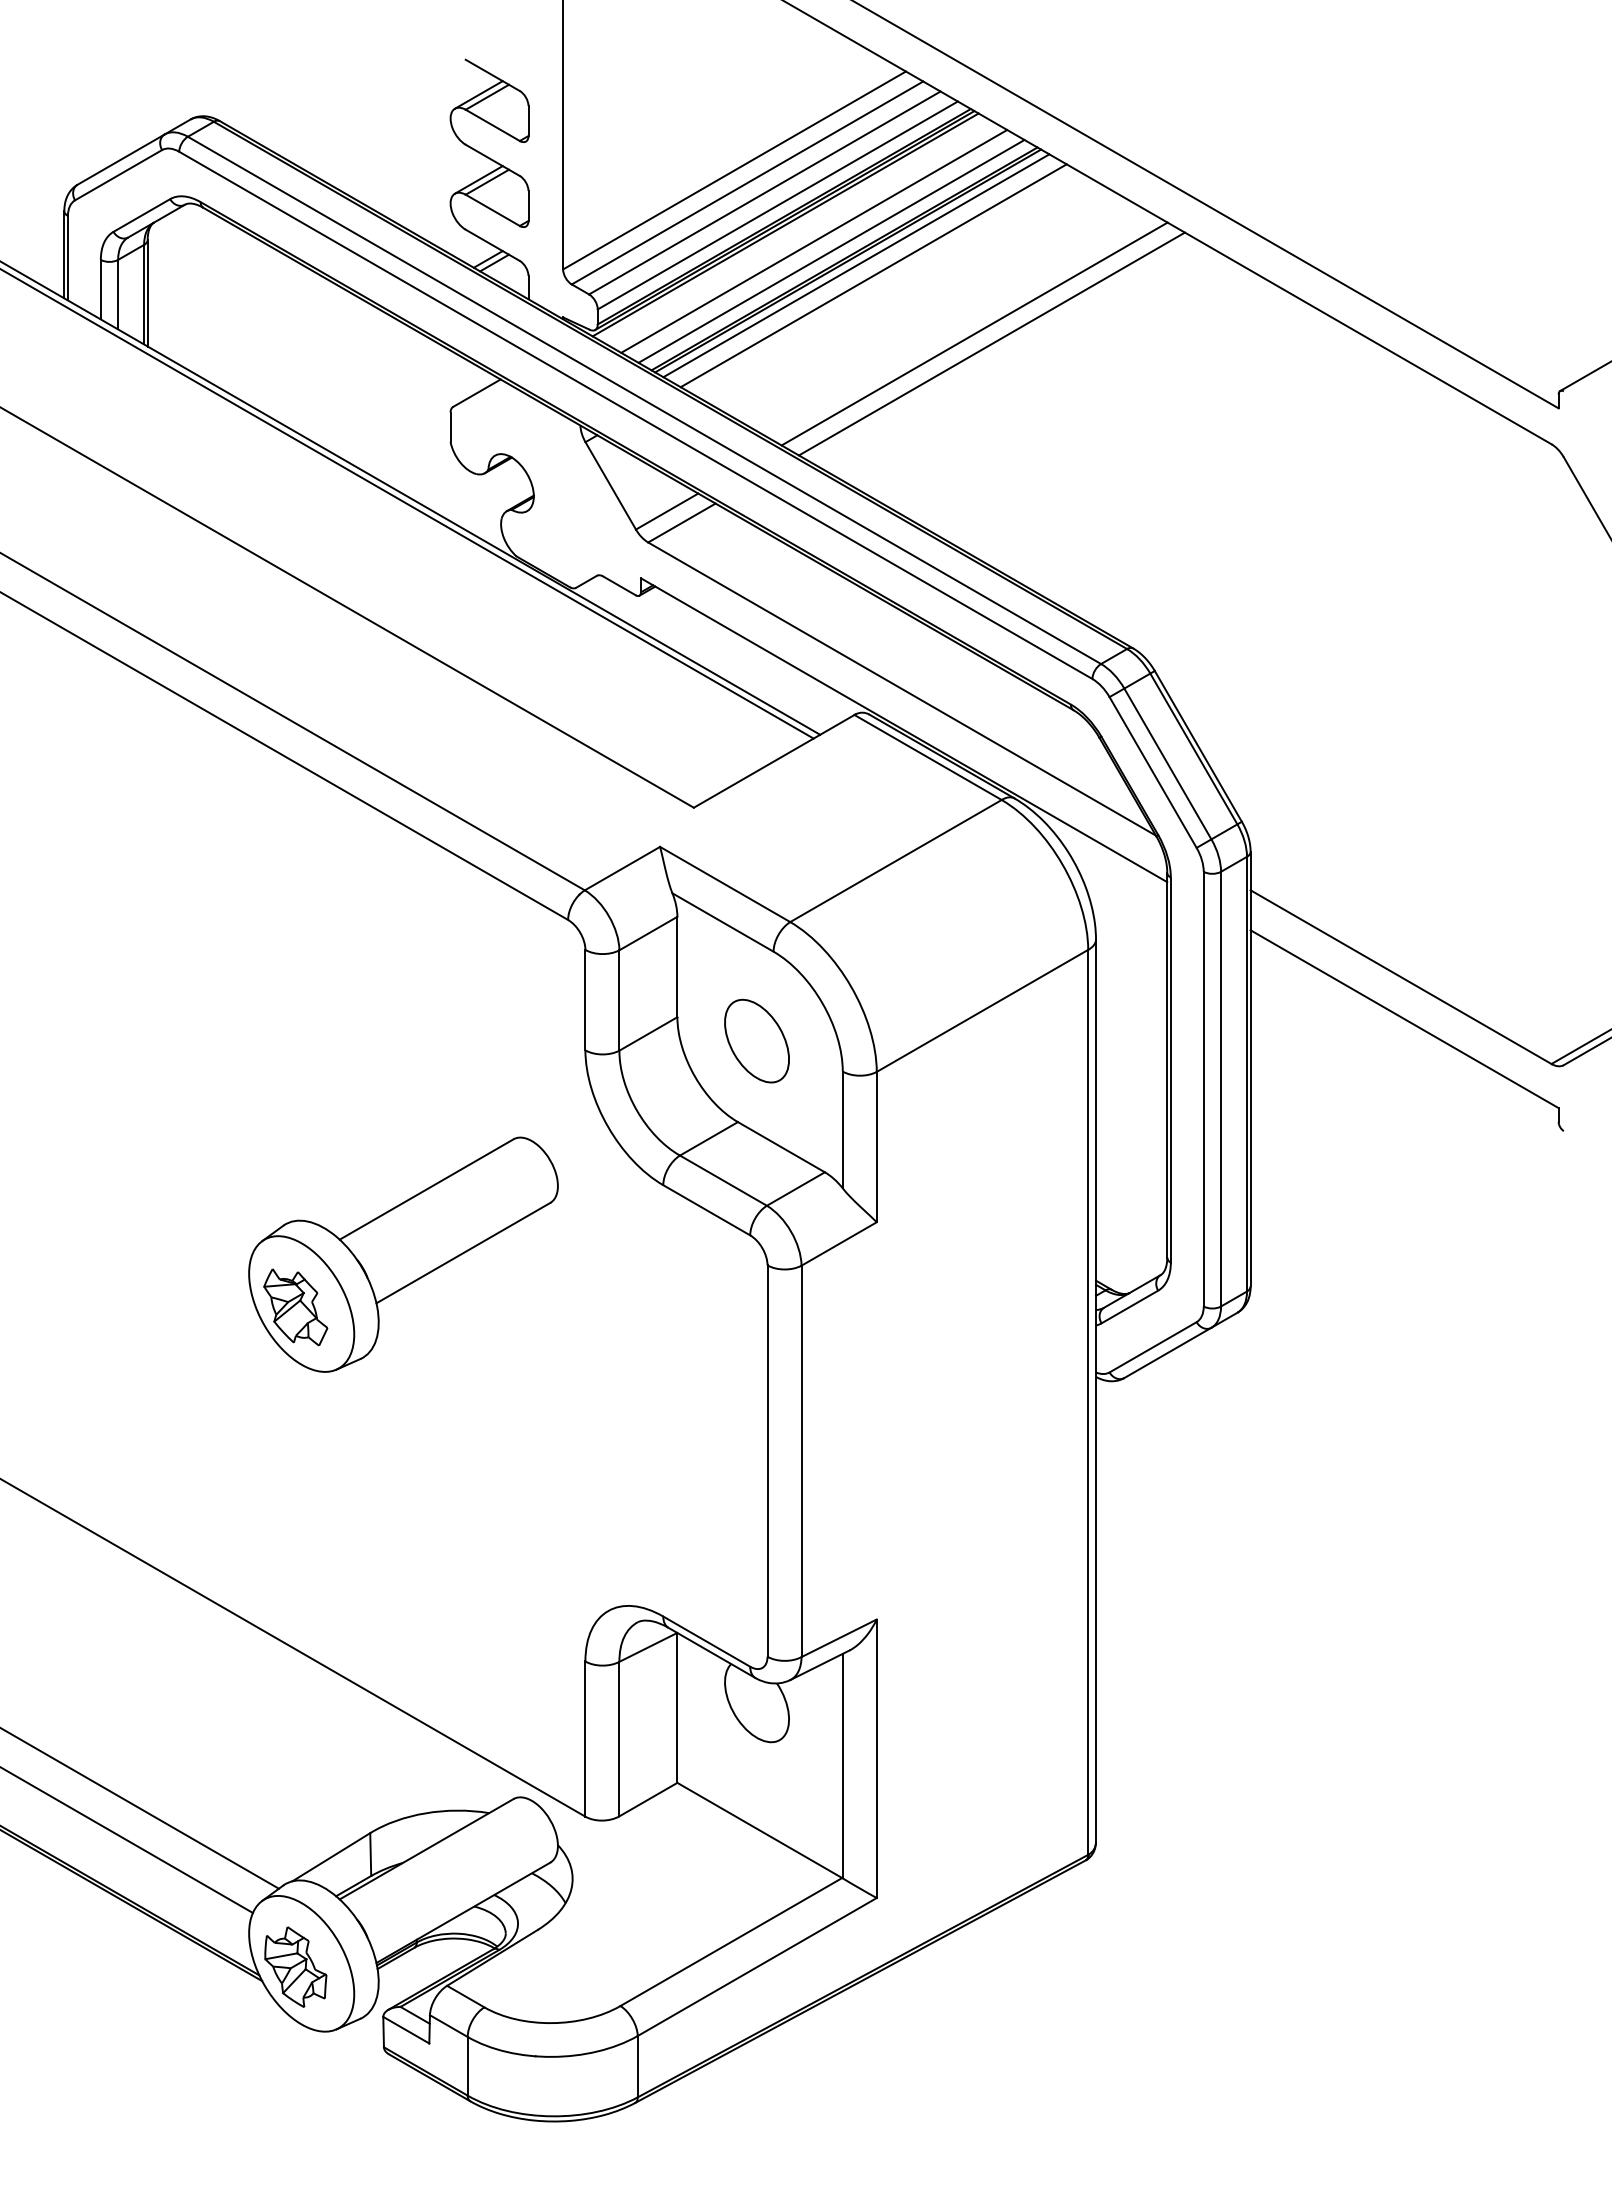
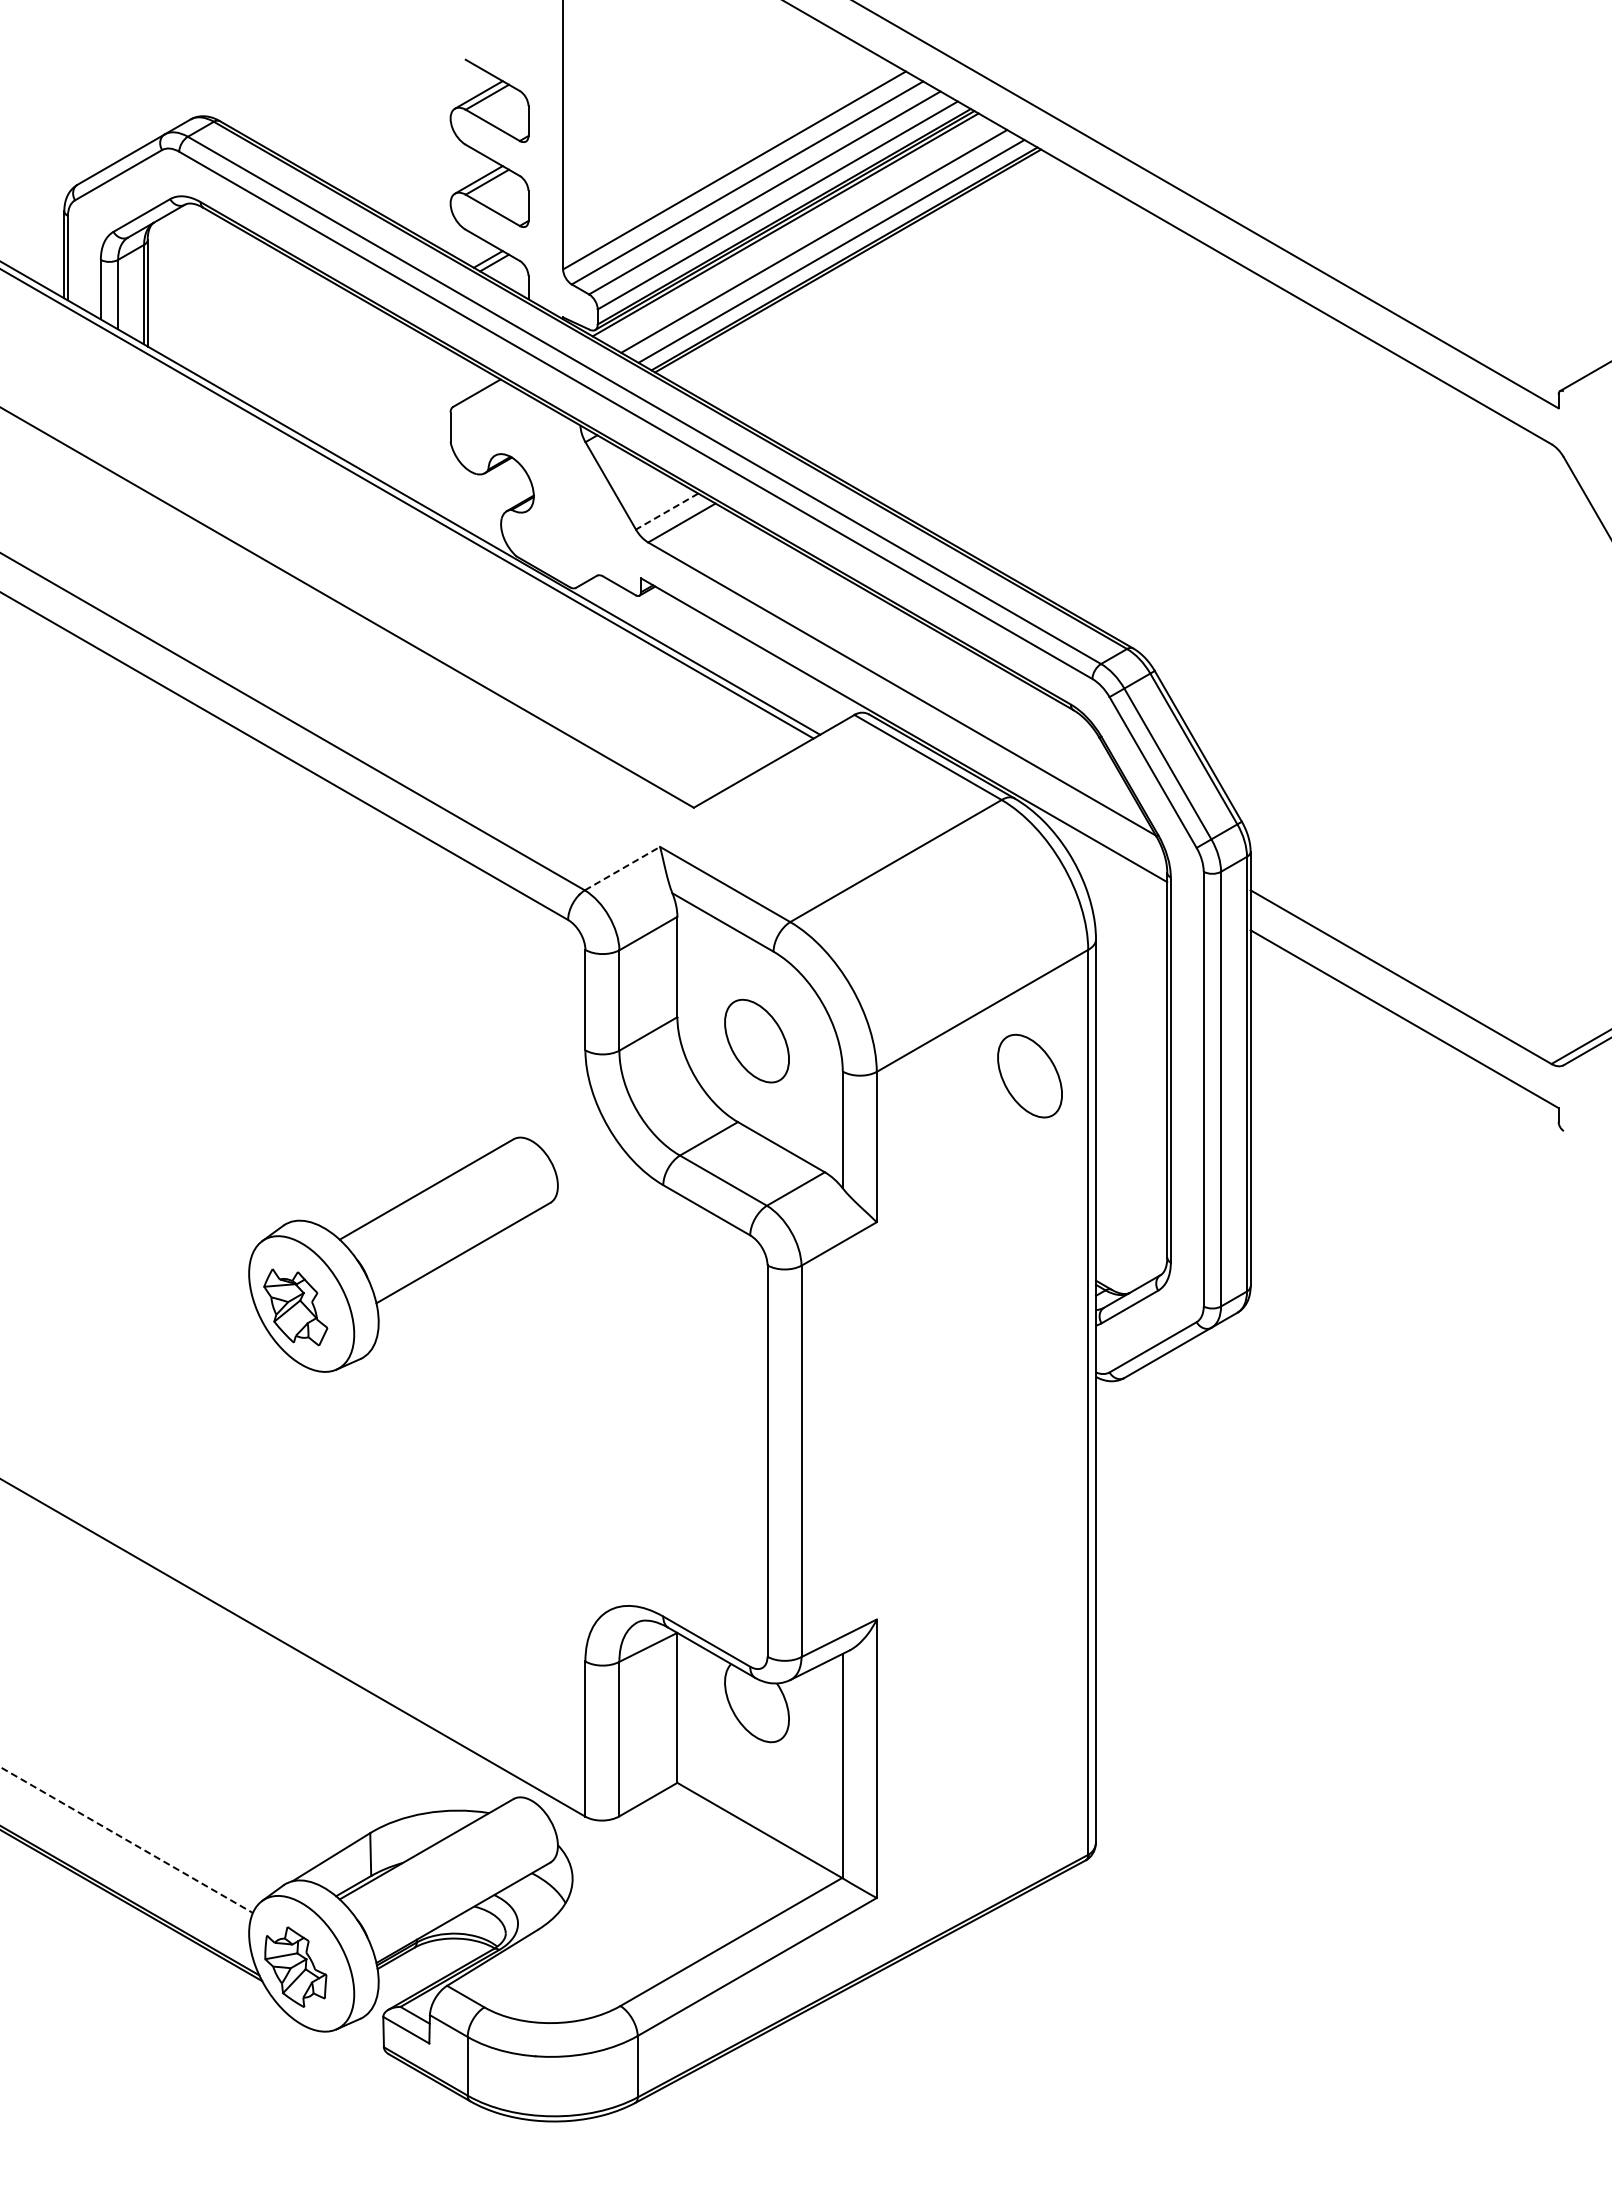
line at (856, 265): present -> none
line at (873, 275): present -> none
line at (974, 333): present -> none
line at (991, 343): present -> none
line at (667, 511): solid -> dashed
line at (622, 868): solid -> dashed
part at (1029, 1075): none -> present
line at (140, 1808): present -> none
line at (126, 1840): solid -> dashed
